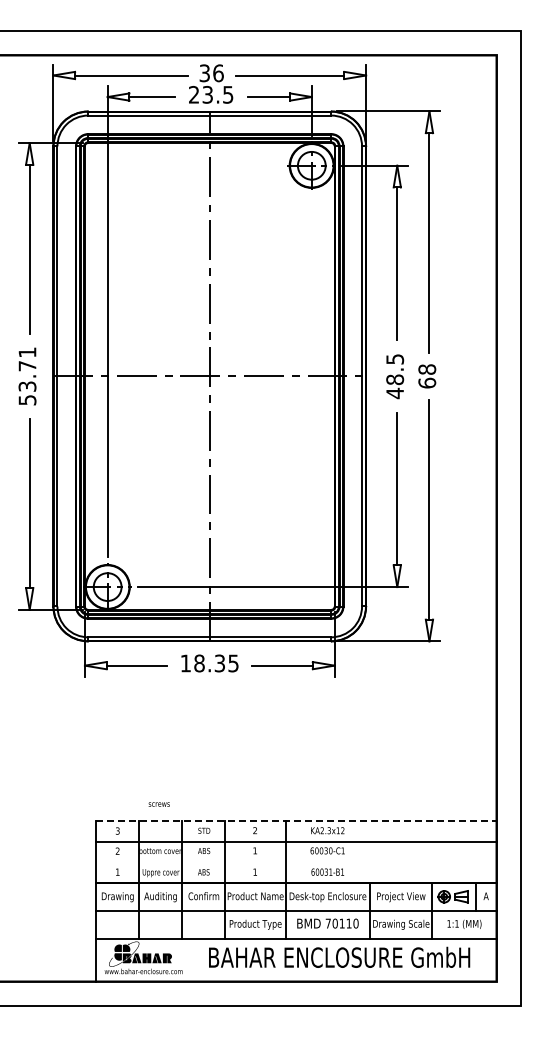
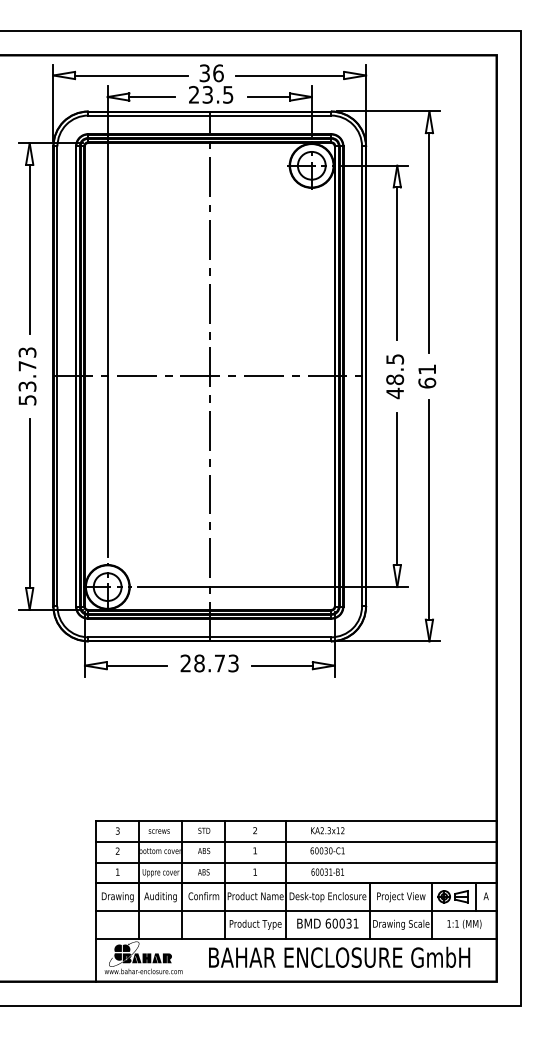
text at (27, 352): 53.71 -> 53.73
text at (427, 369): 68 -> 61
text at (209, 663): 18.35 -> 28.73
text at (158, 804) position: (158, 804) -> (158, 831)
line at (296, 821): dashed -> solid
line at (296, 862): none -> present
text at (341, 923): 70110 -> 60031
